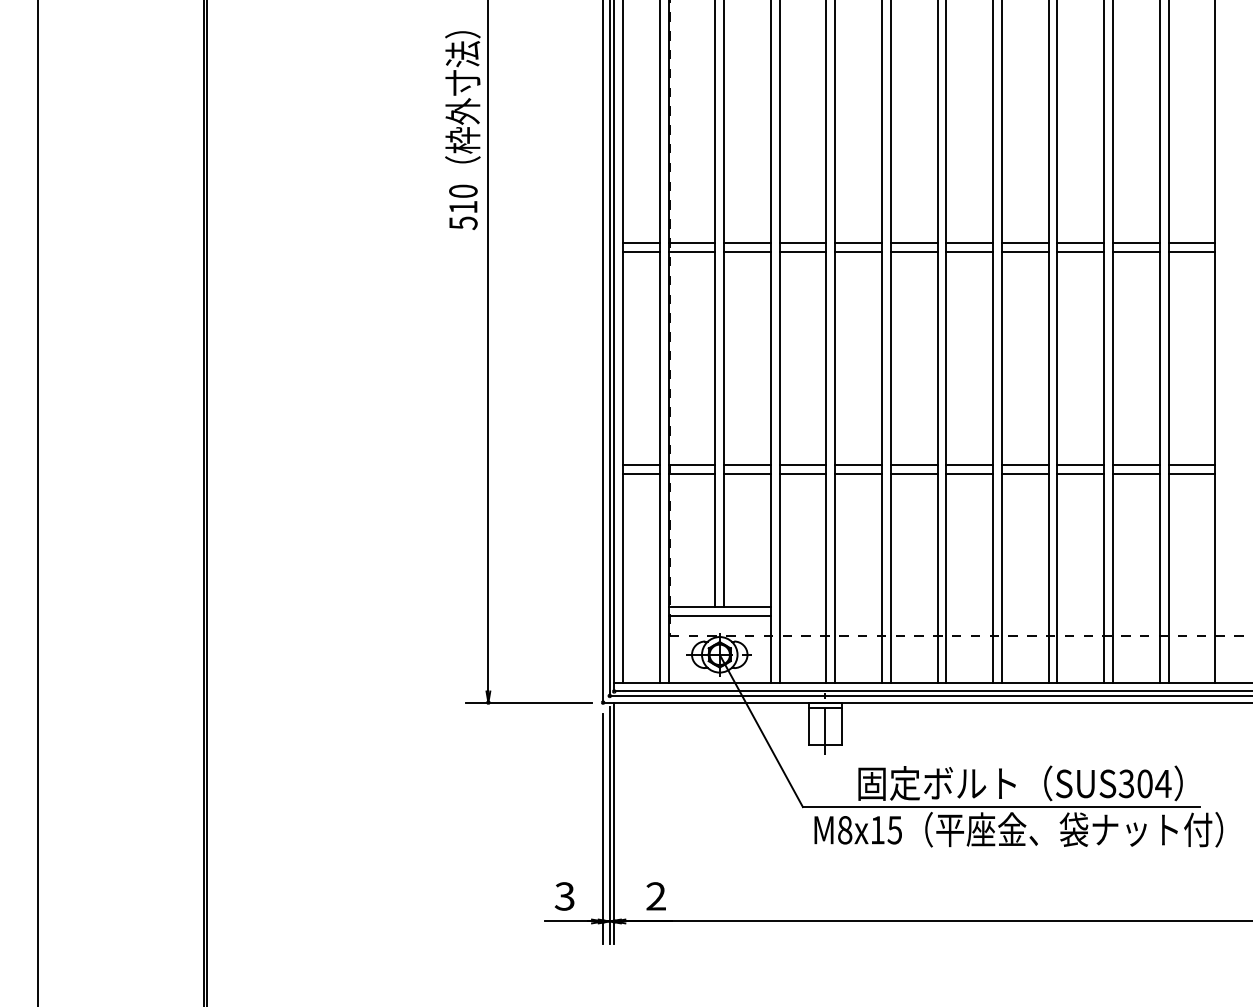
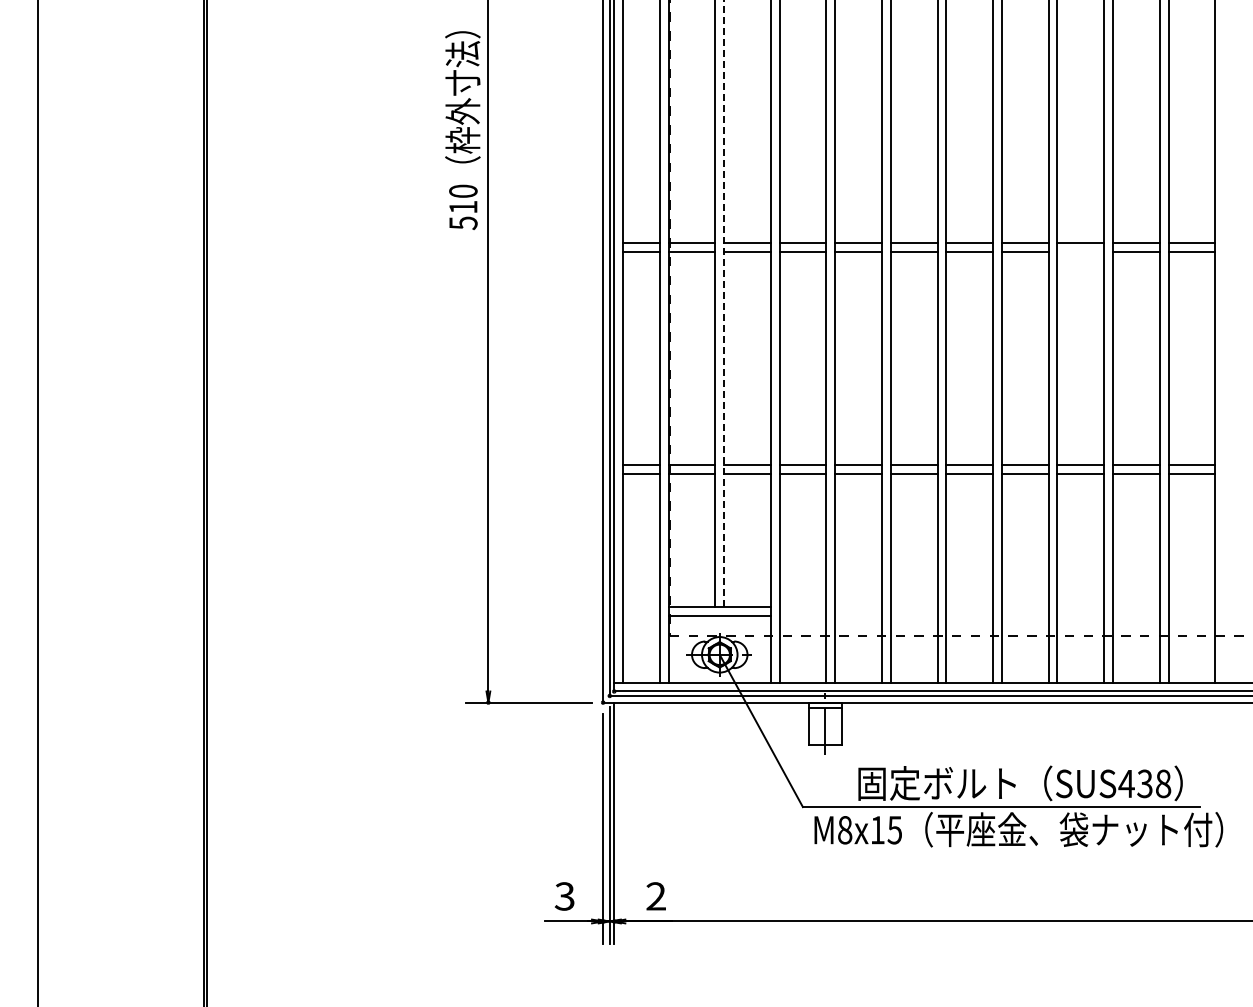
line at (1080, 251): present -> none
line at (724, 304): solid -> dashed
text at (1144, 783): SUS304 -> SUS438
